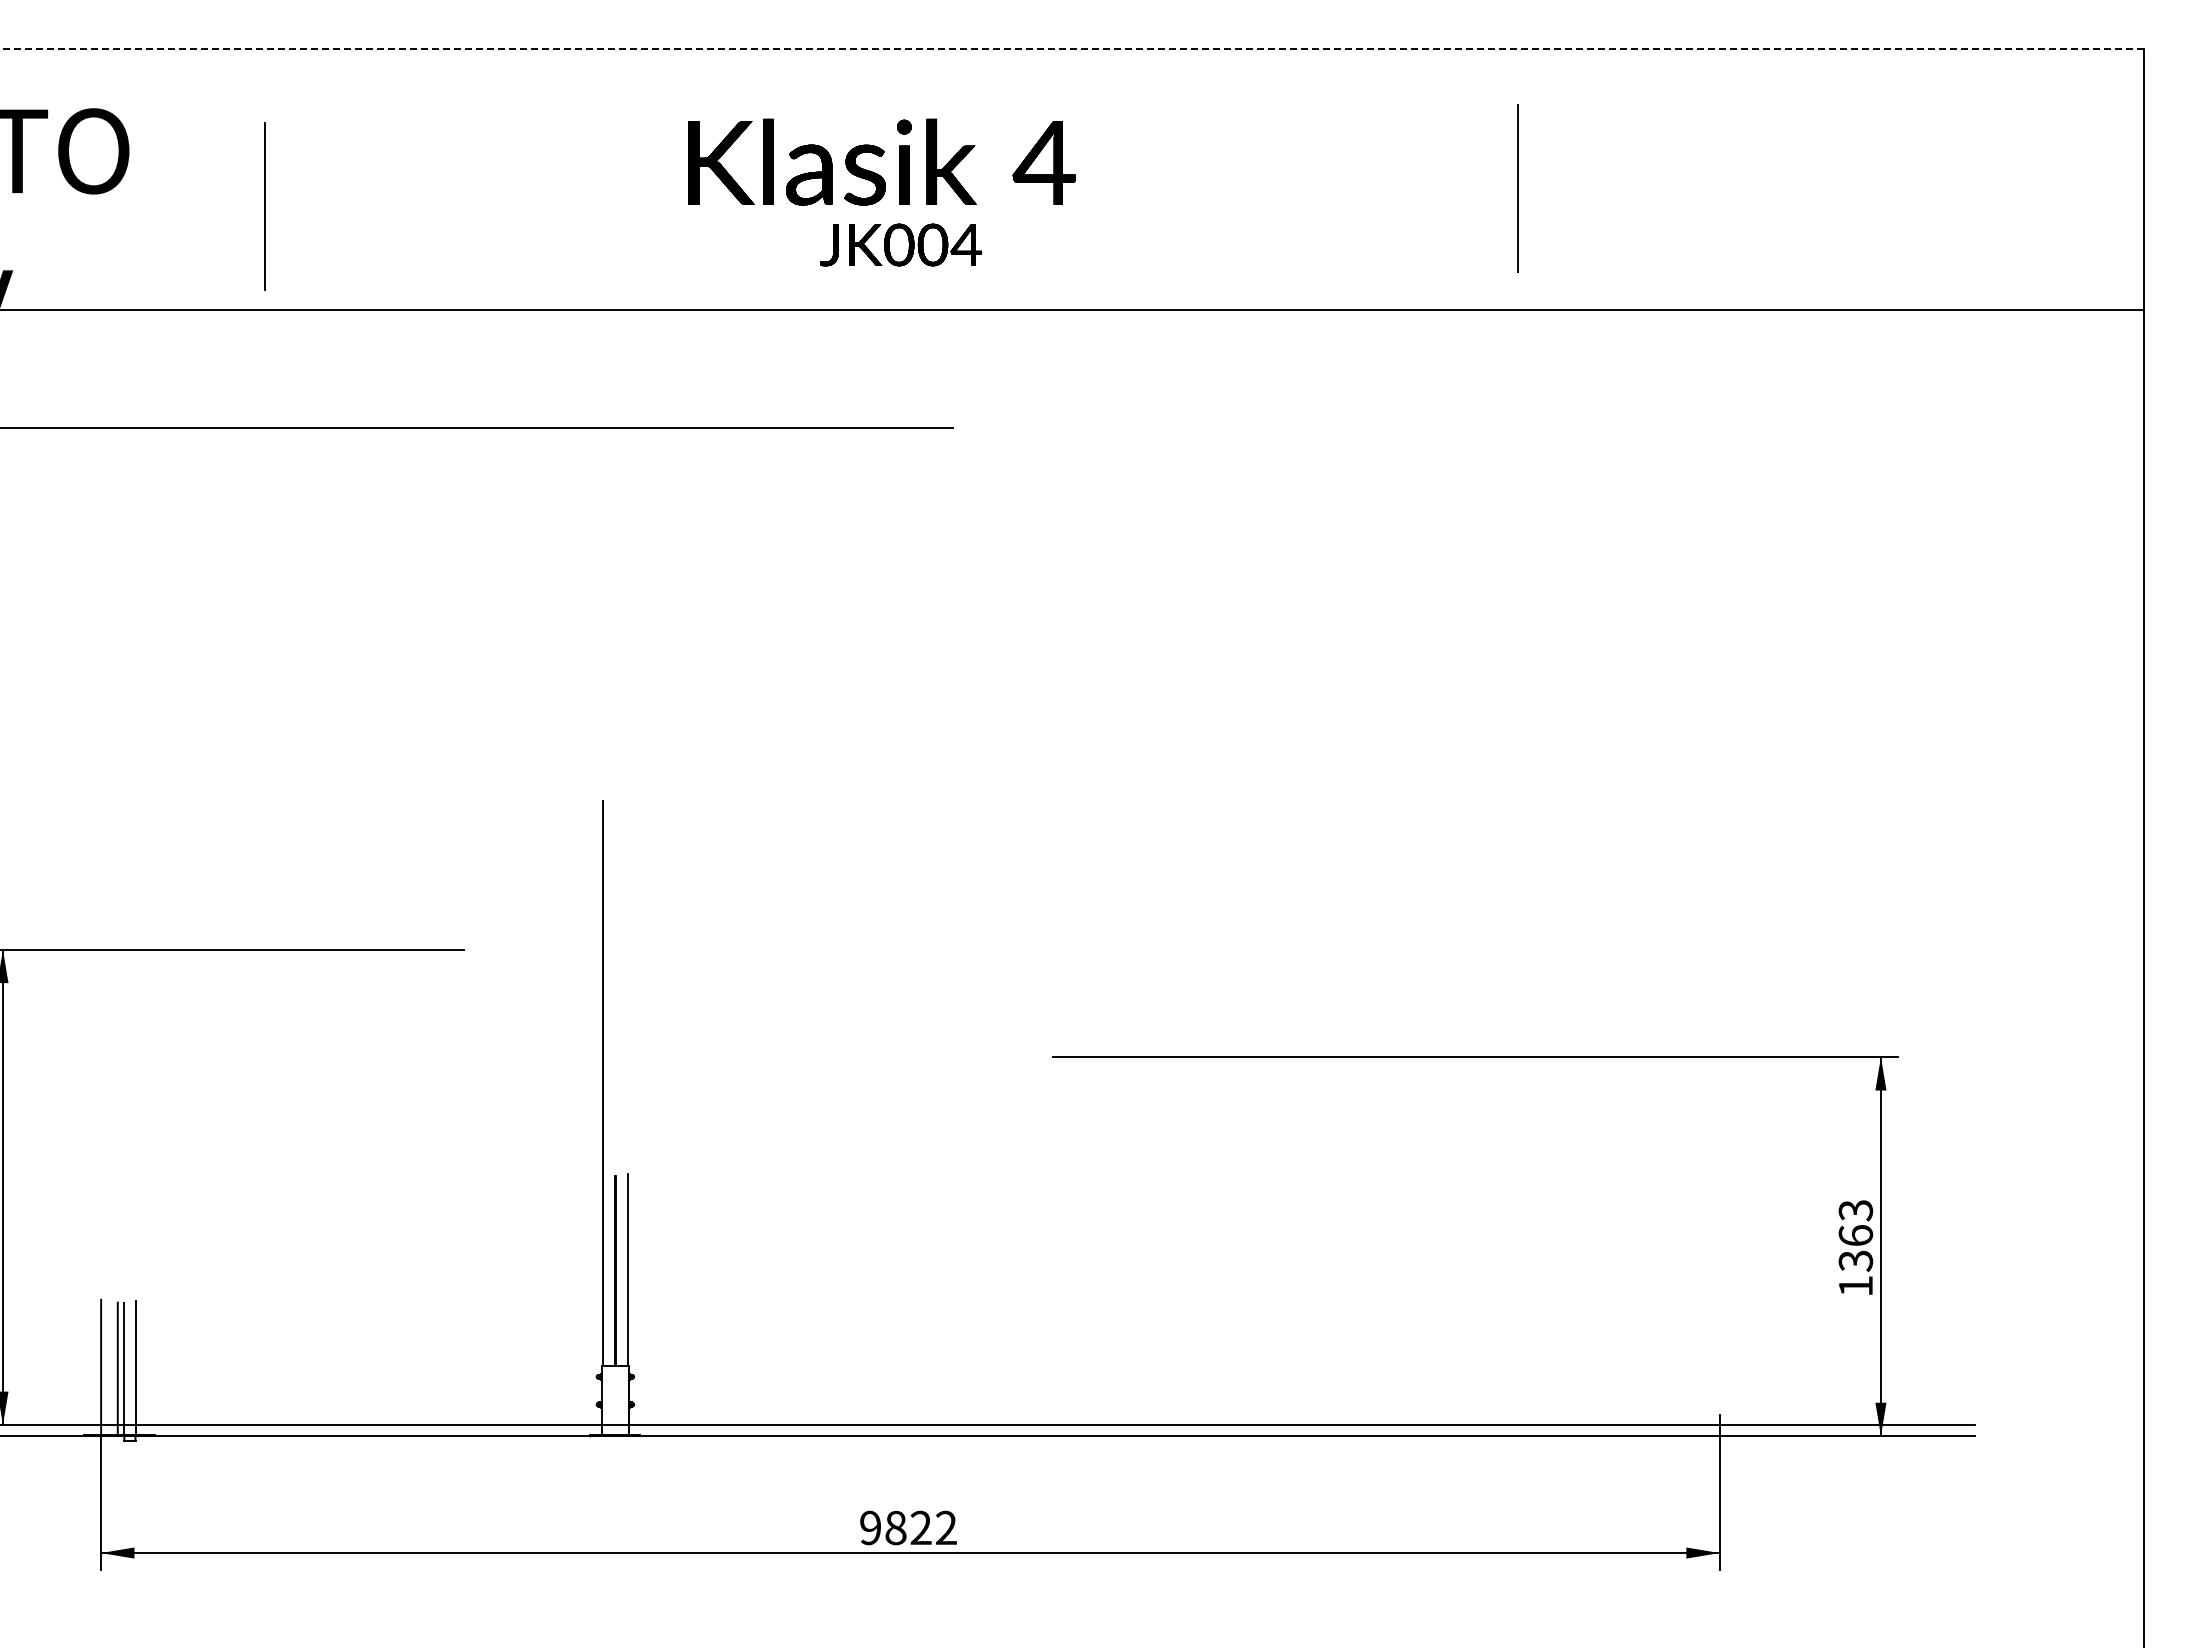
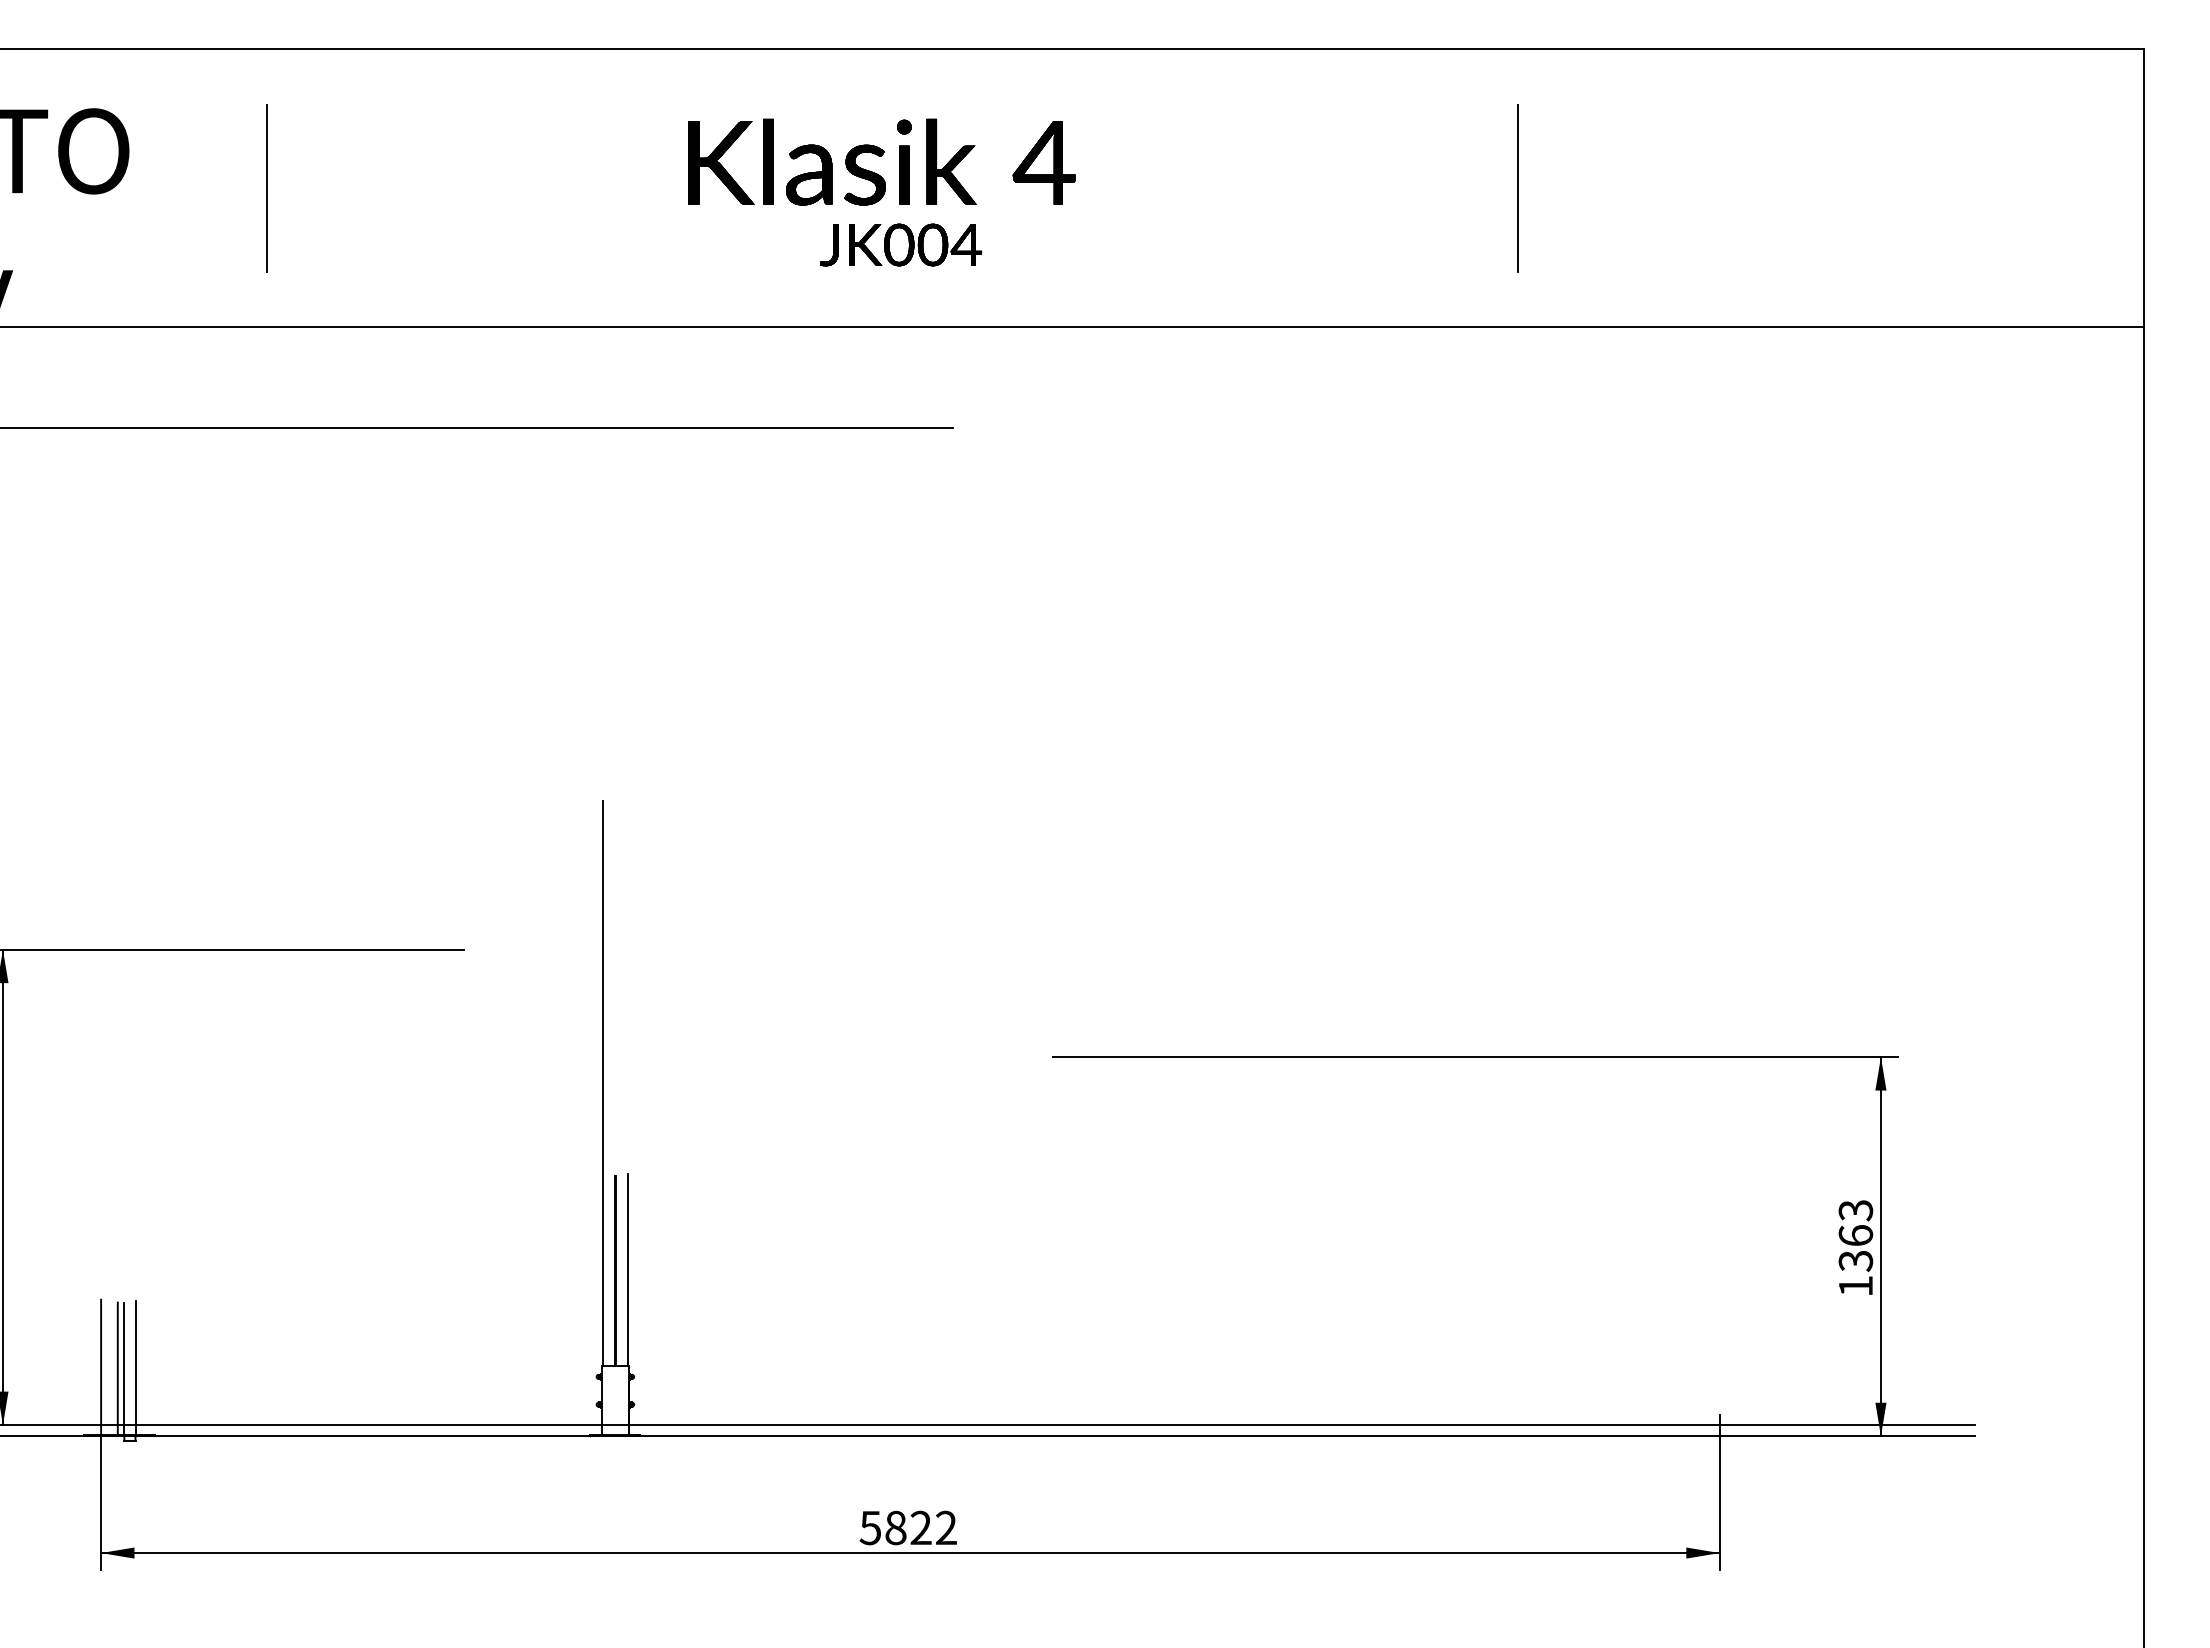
line at (1072, 49): dashed -> solid
line at (264, 206) position: (264, 206) -> (266, 188)
line at (1072, 310) position: (1072, 310) -> (1072, 327)
text at (869, 1527): 9822 -> 5822
